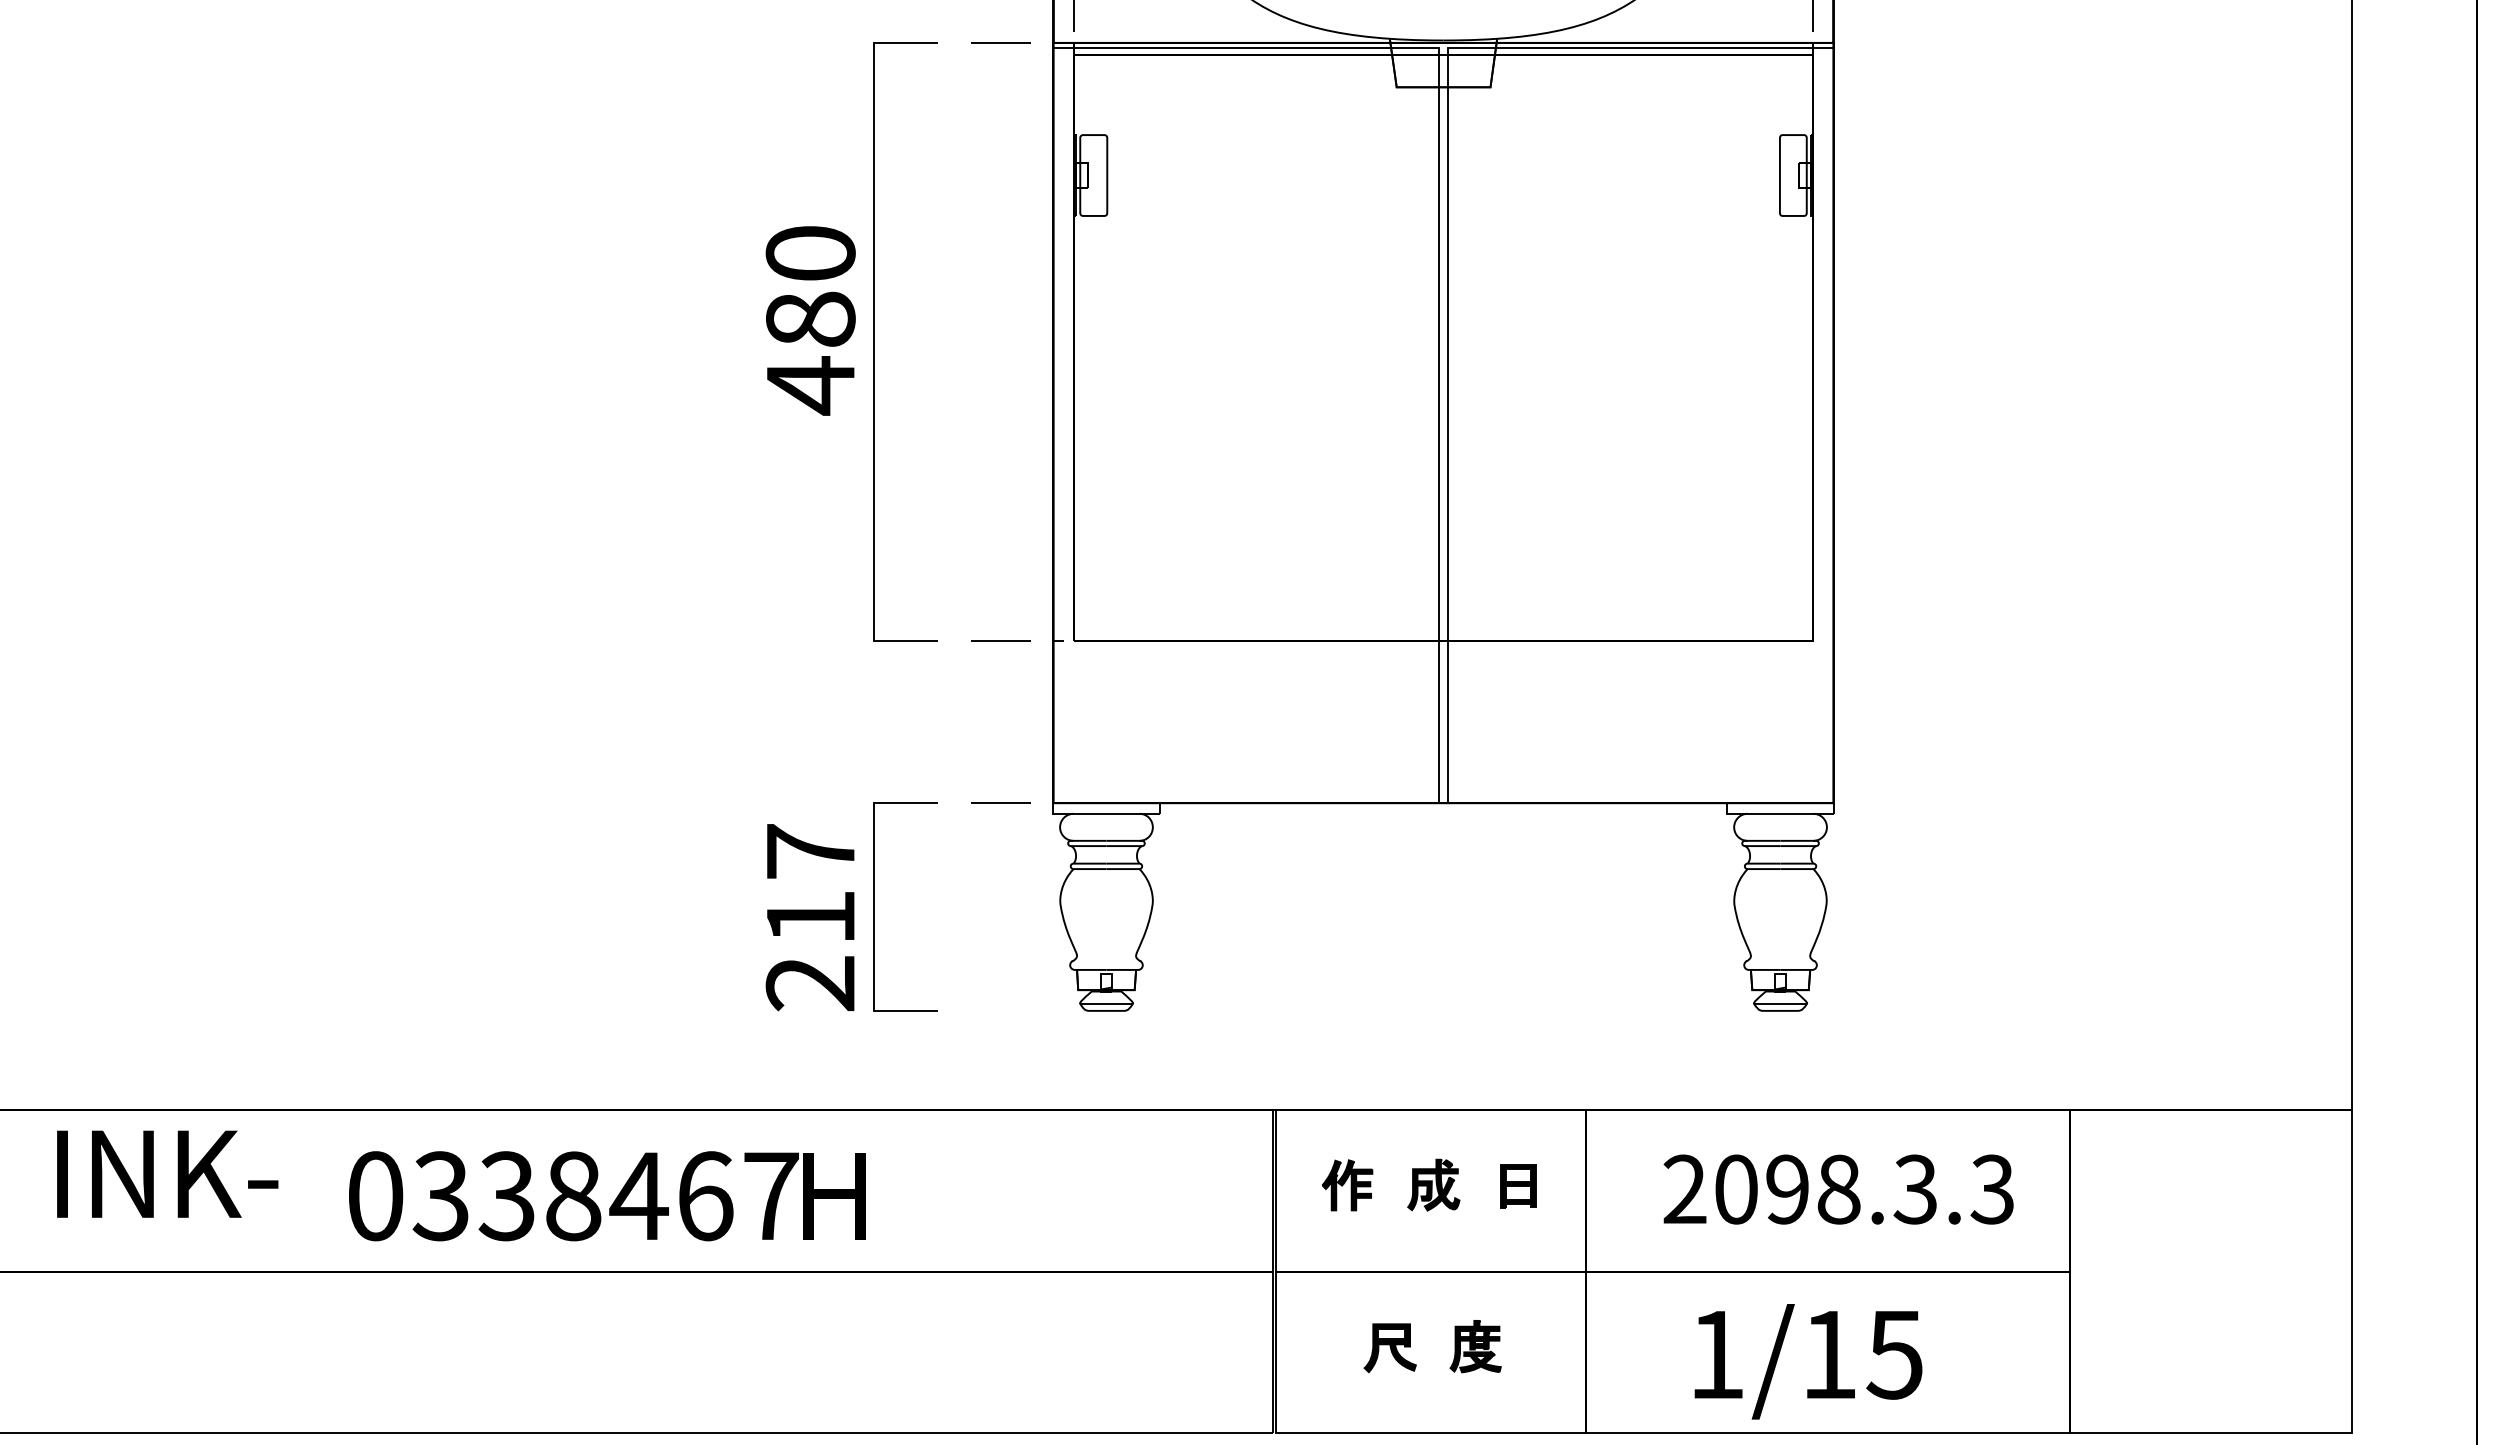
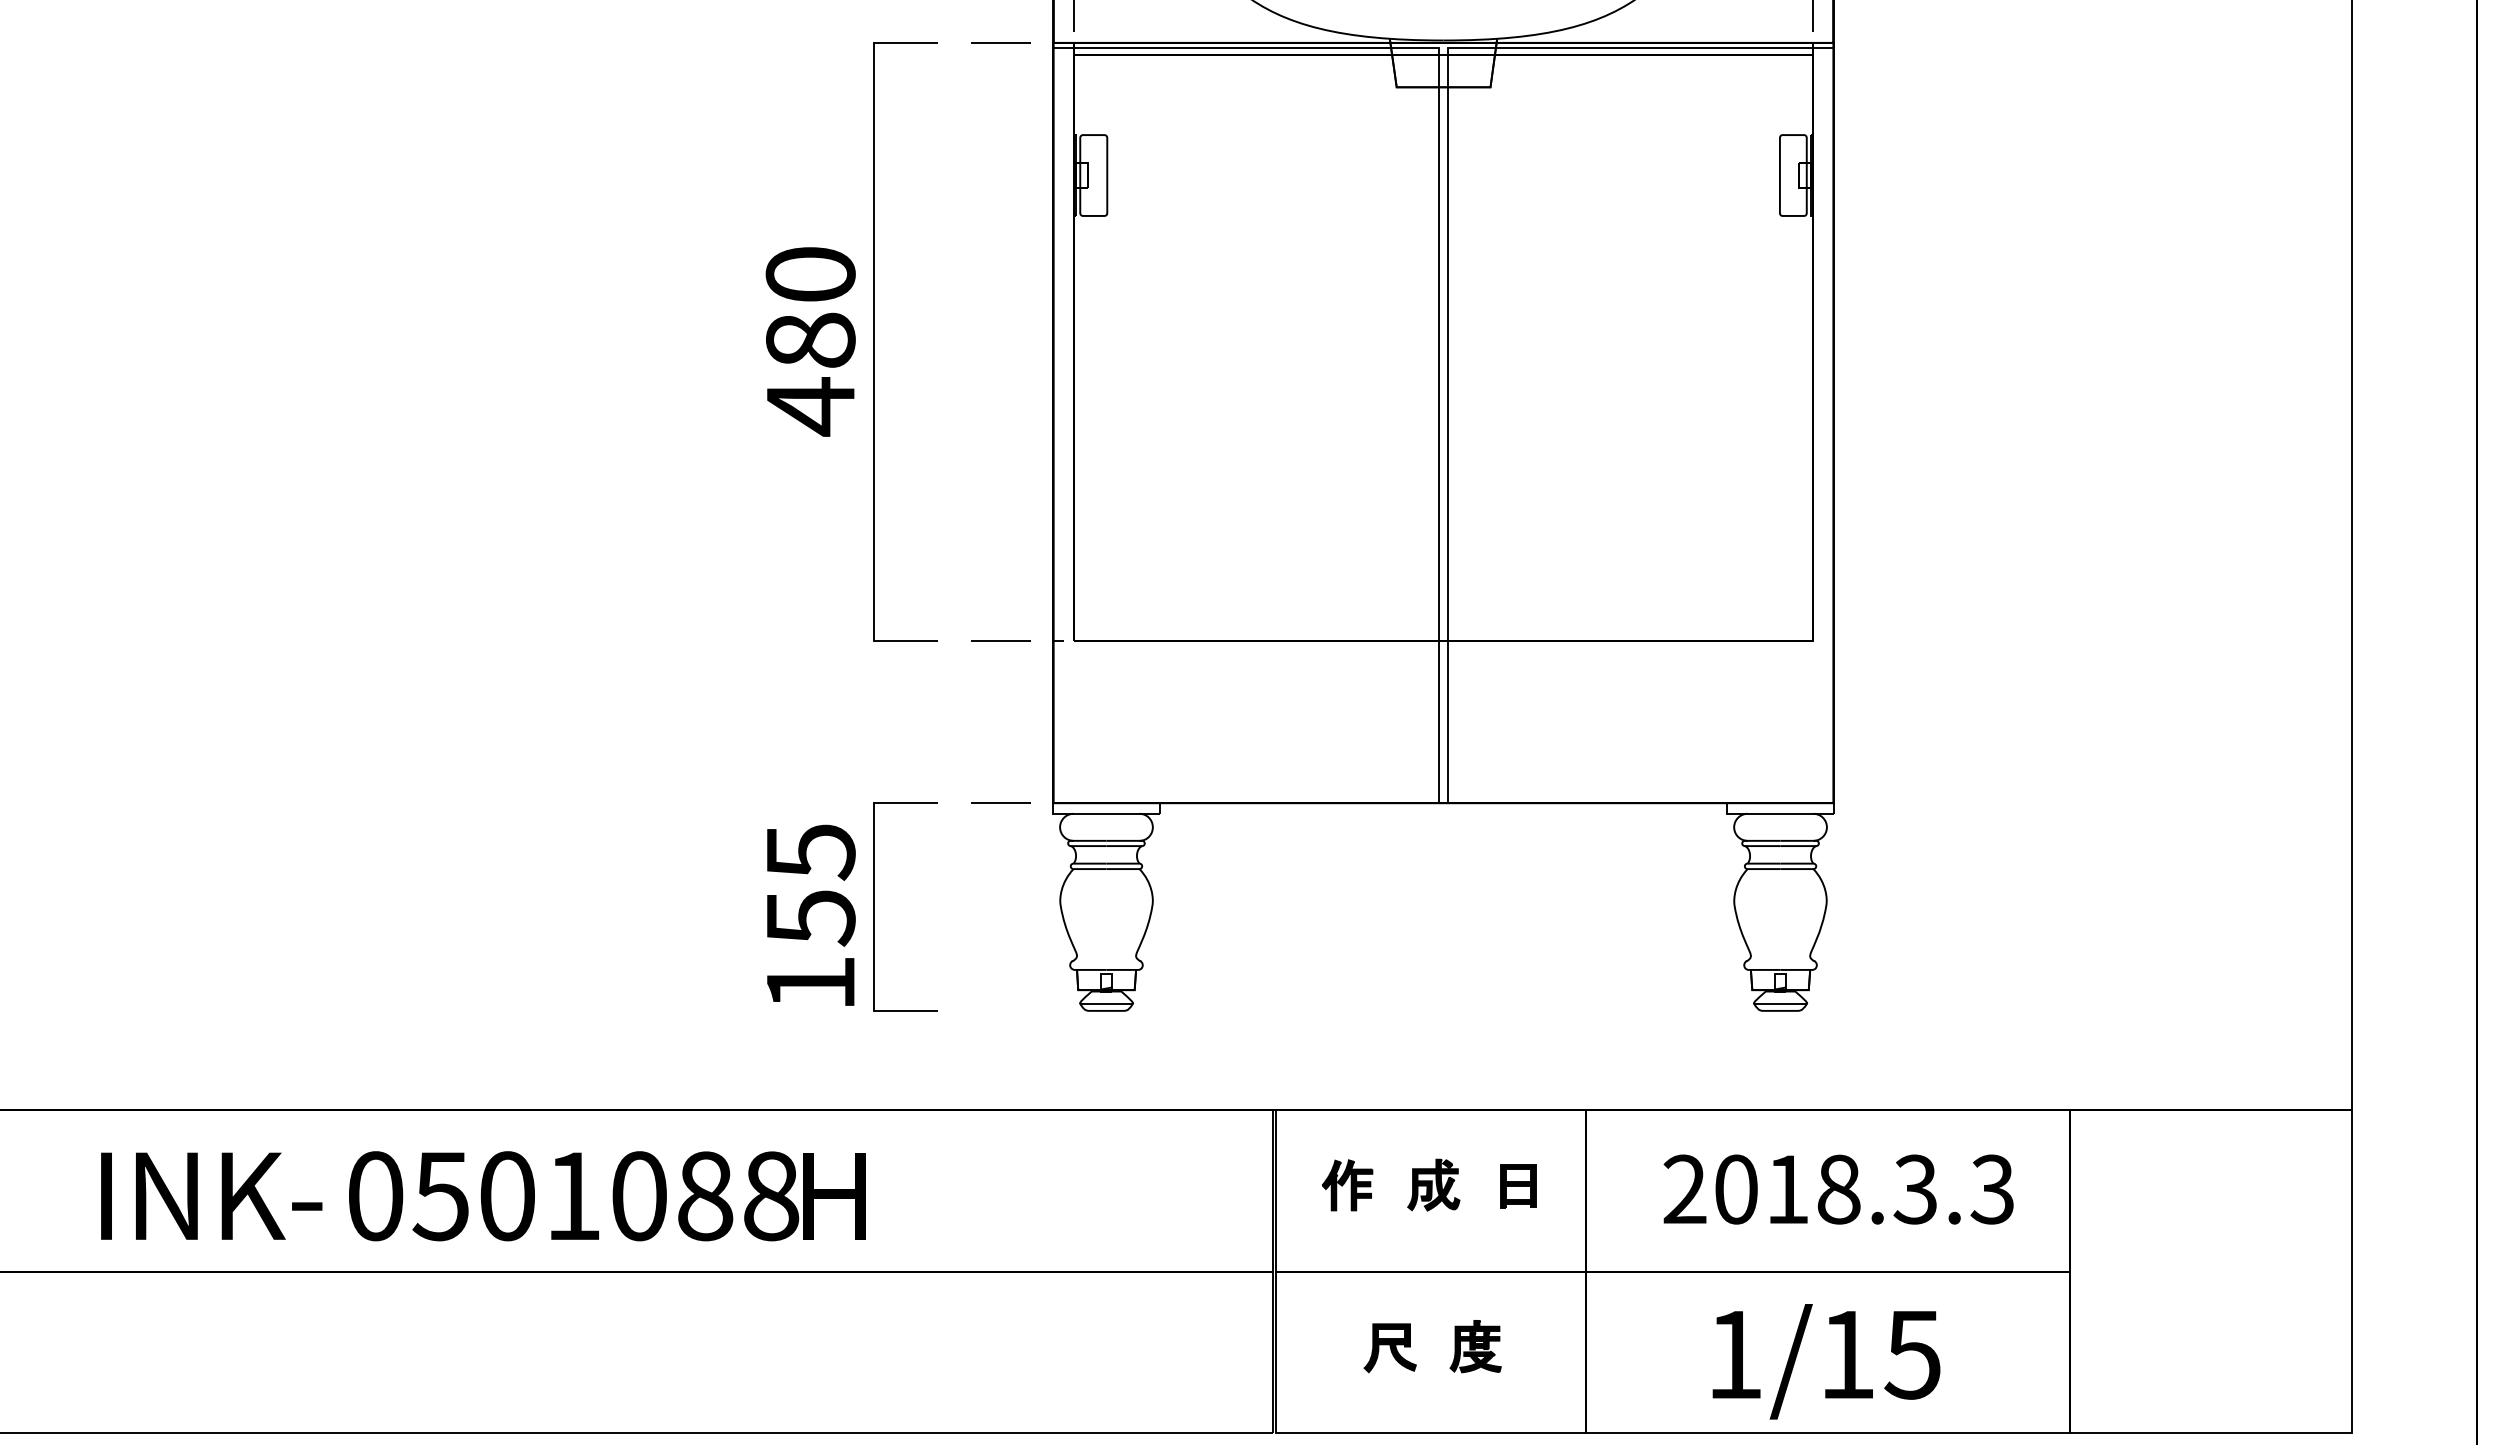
text at (810, 320) position: (810, 320) -> (810, 341)
text at (810, 917): 217 -> 155
text at (167, 1173) position: (167, 1173) -> (211, 1195)
text at (1787, 1189): 2098.3.3 -> 2018.3.3
text at (605, 1196): 0338467 -> 0501088
text at (1808, 1361) position: (1808, 1361) -> (1826, 1361)
